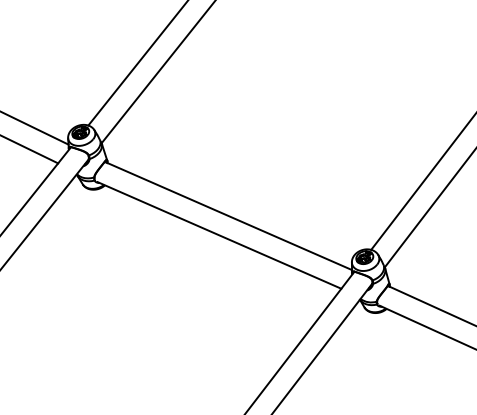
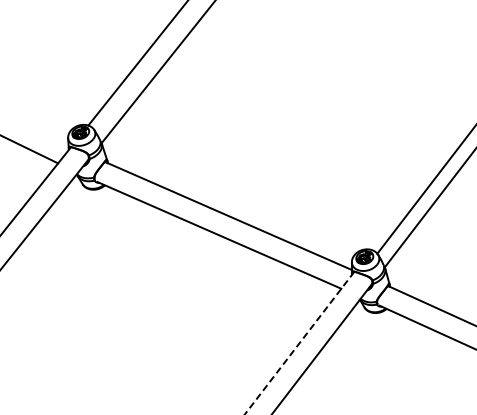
line at (35, 128): present -> none
line at (422, 182) position: (422, 182) -> (425, 190)
line at (299, 343): solid -> dashed
